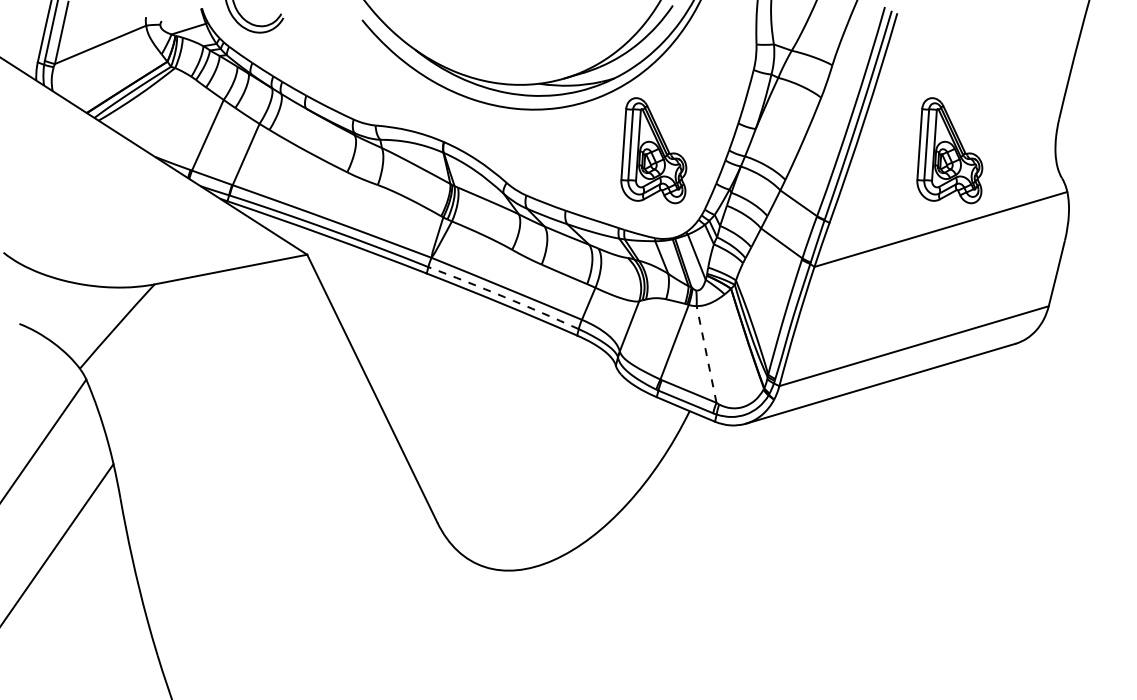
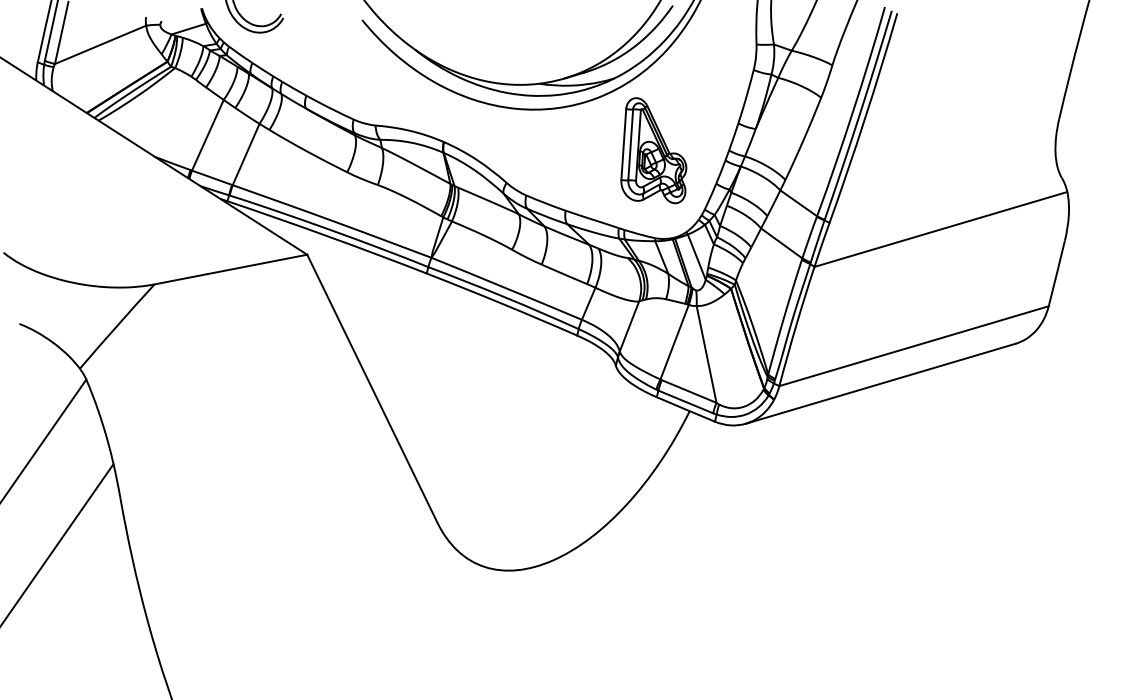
part at (949, 150): present -> none
arc at (504, 296): dashed -> solid
line at (706, 353): dashed -> solid
